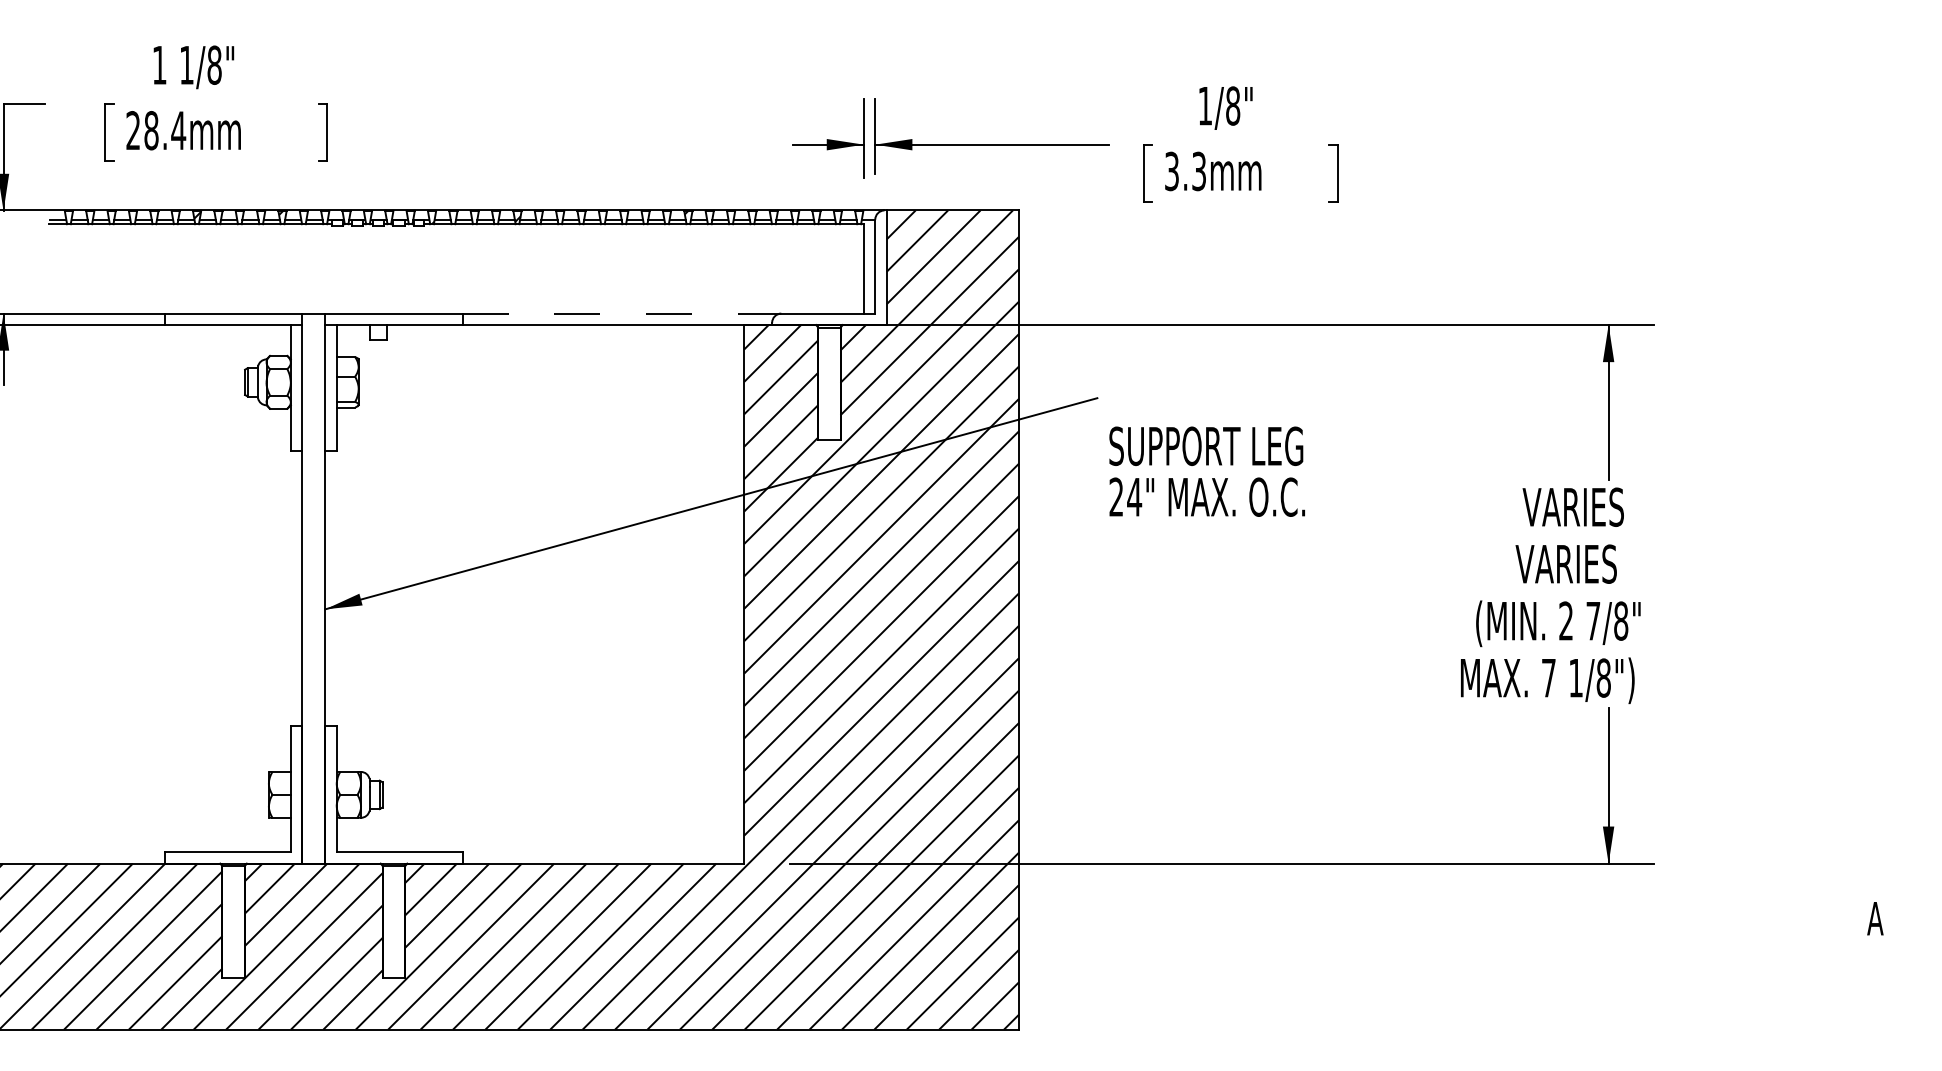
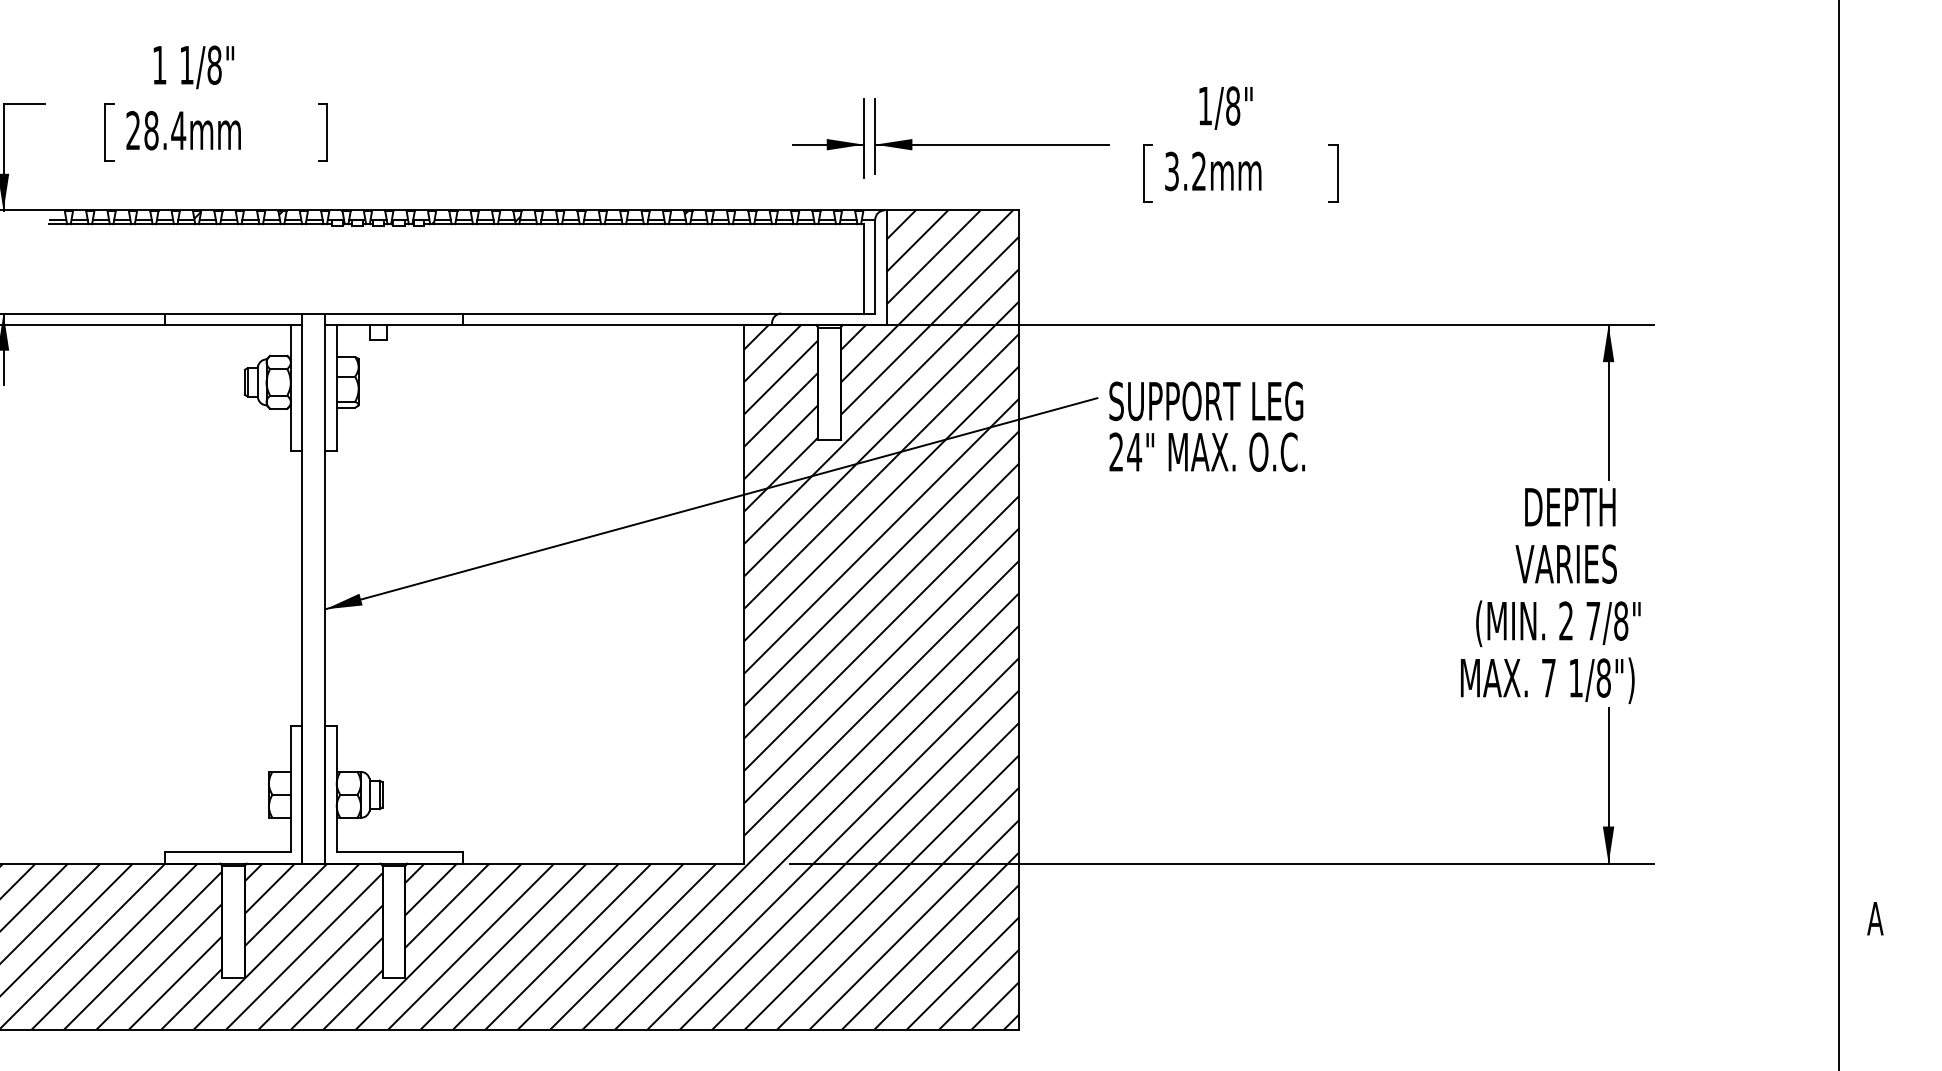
text at (1198, 171): 3.3mm -> 3.2mm
line at (622, 313): dashed -> solid
text at (1206, 471) position: (1206, 471) -> (1206, 426)
text at (1572, 506): VARIES -> DEPTH
line at (1838, 534): none -> present
